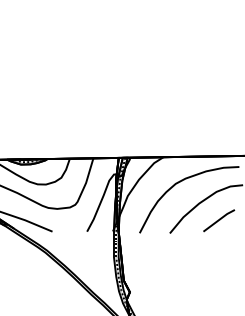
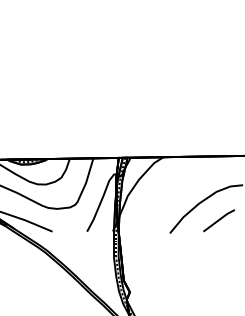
curve at (180, 182): present -> none
